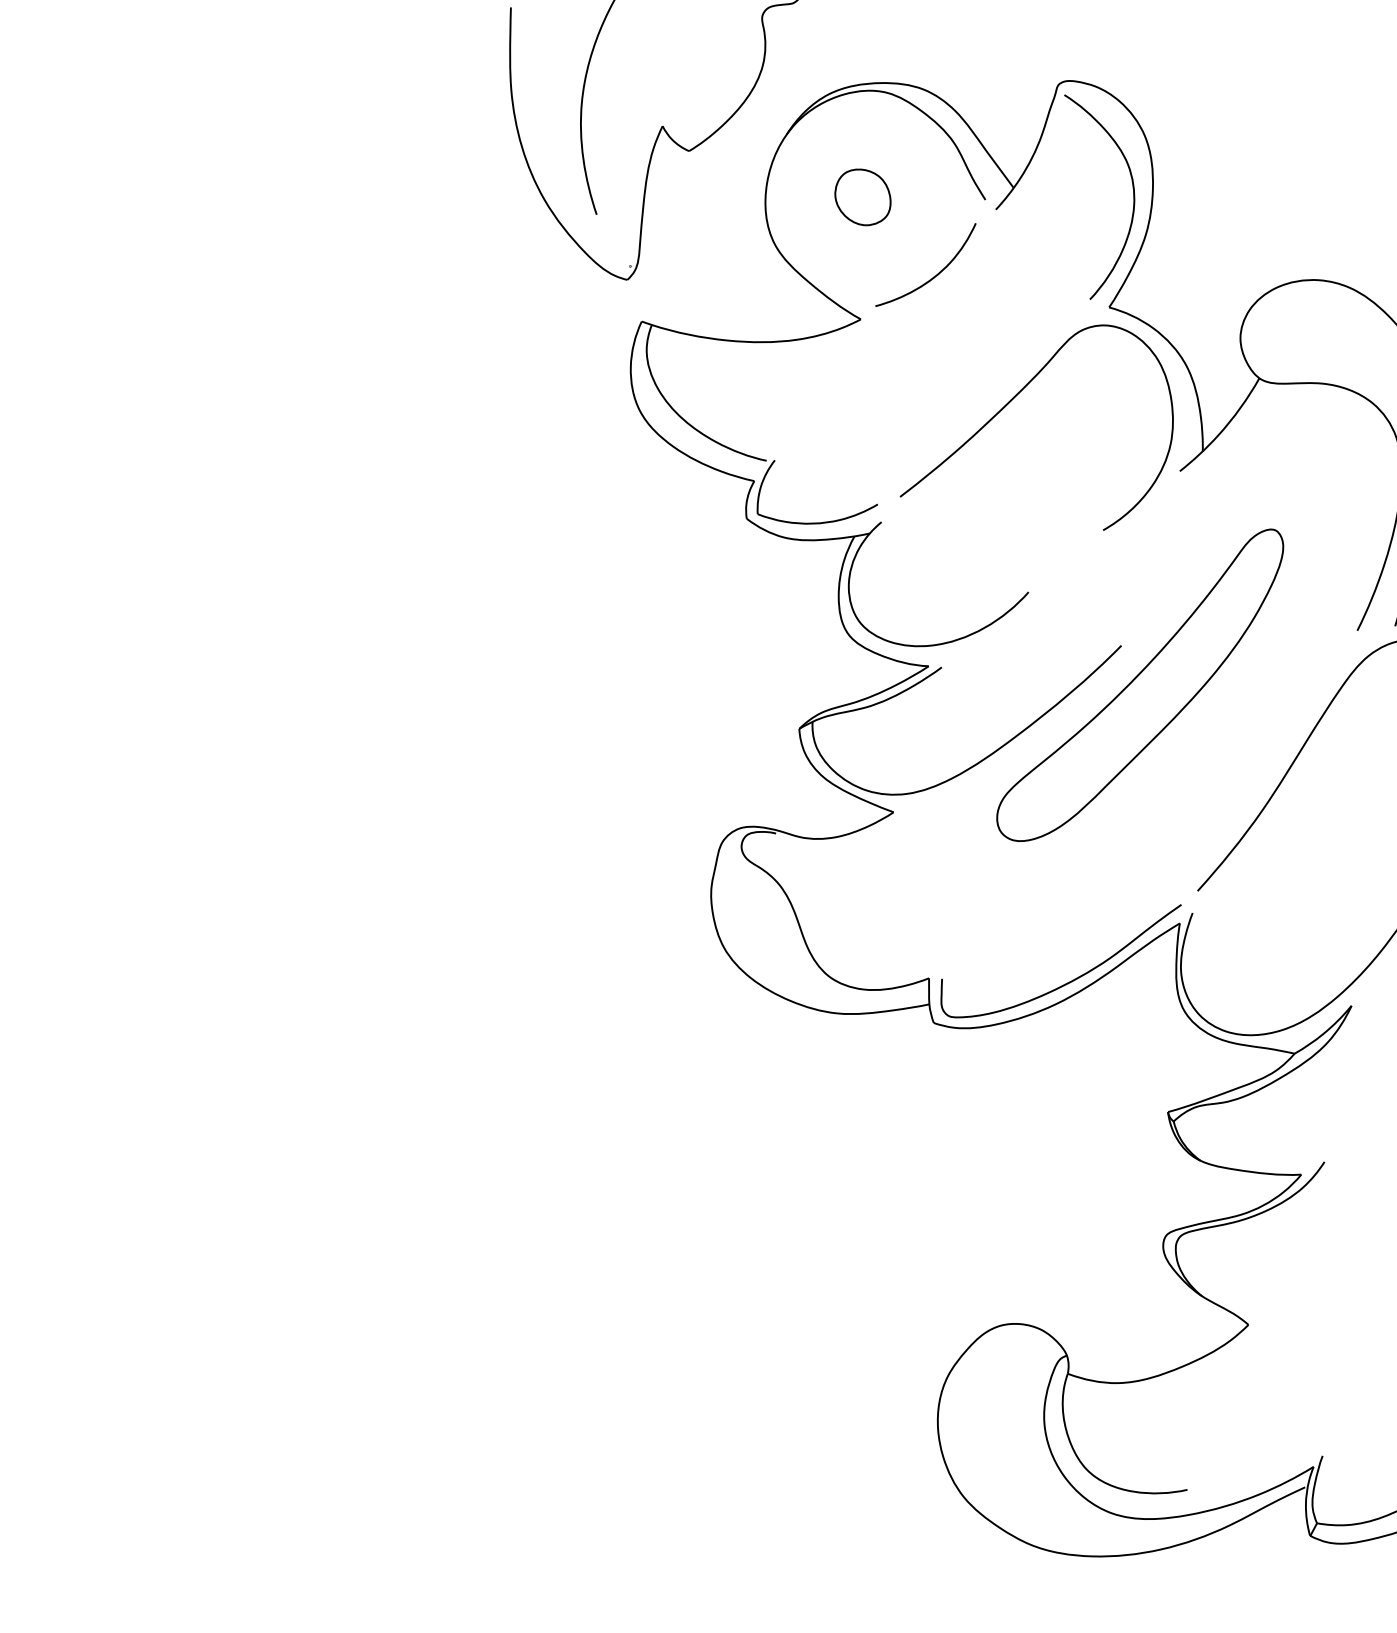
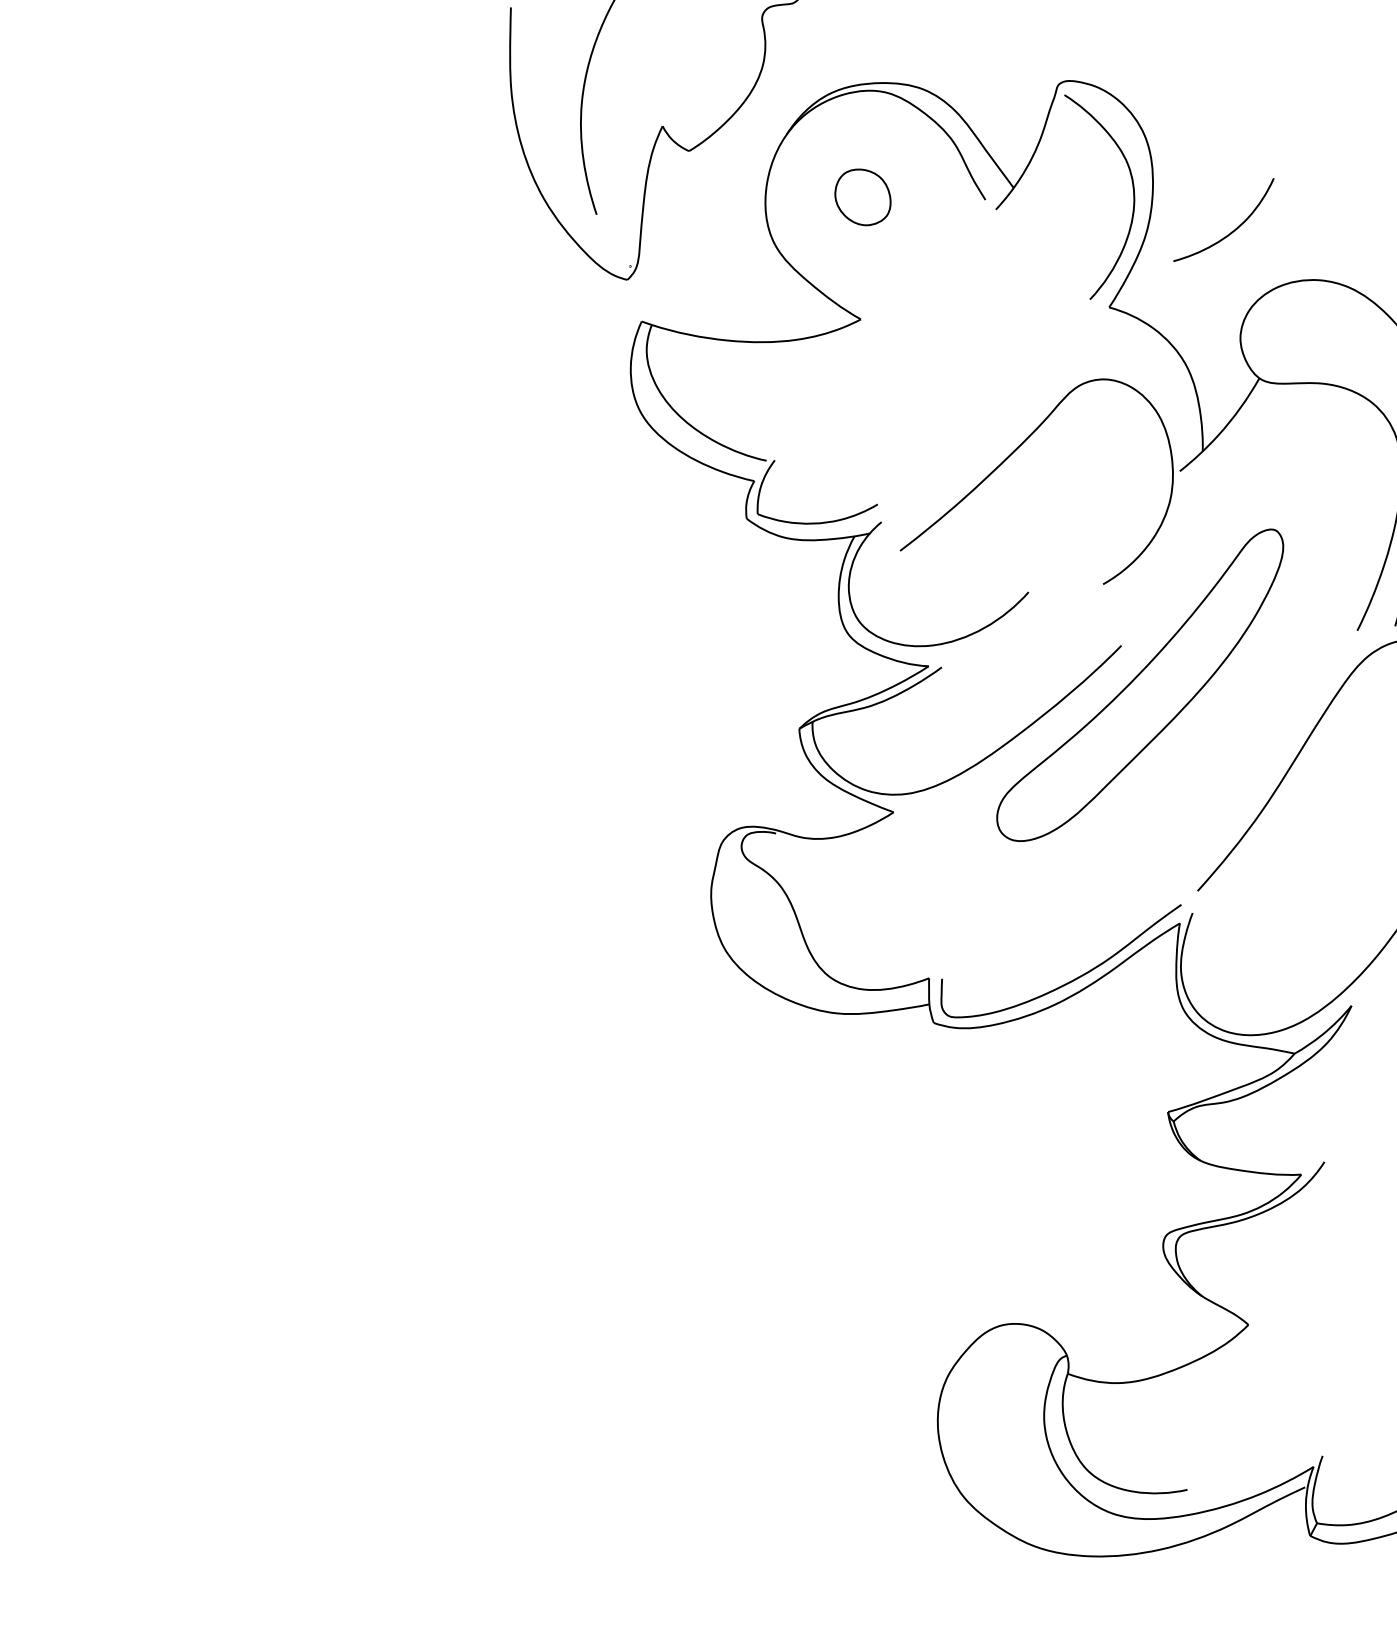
curve at (933, 276) position: (933, 276) -> (1231, 231)
curve at (1011, 401) position: (1011, 401) -> (1011, 455)
